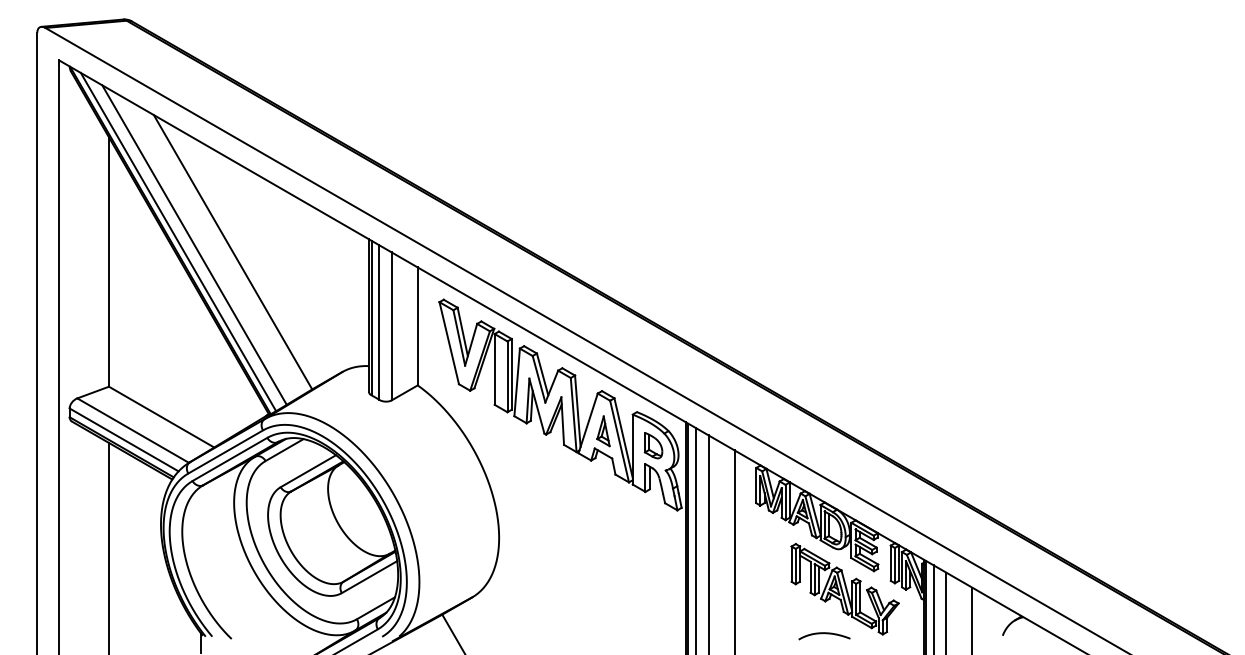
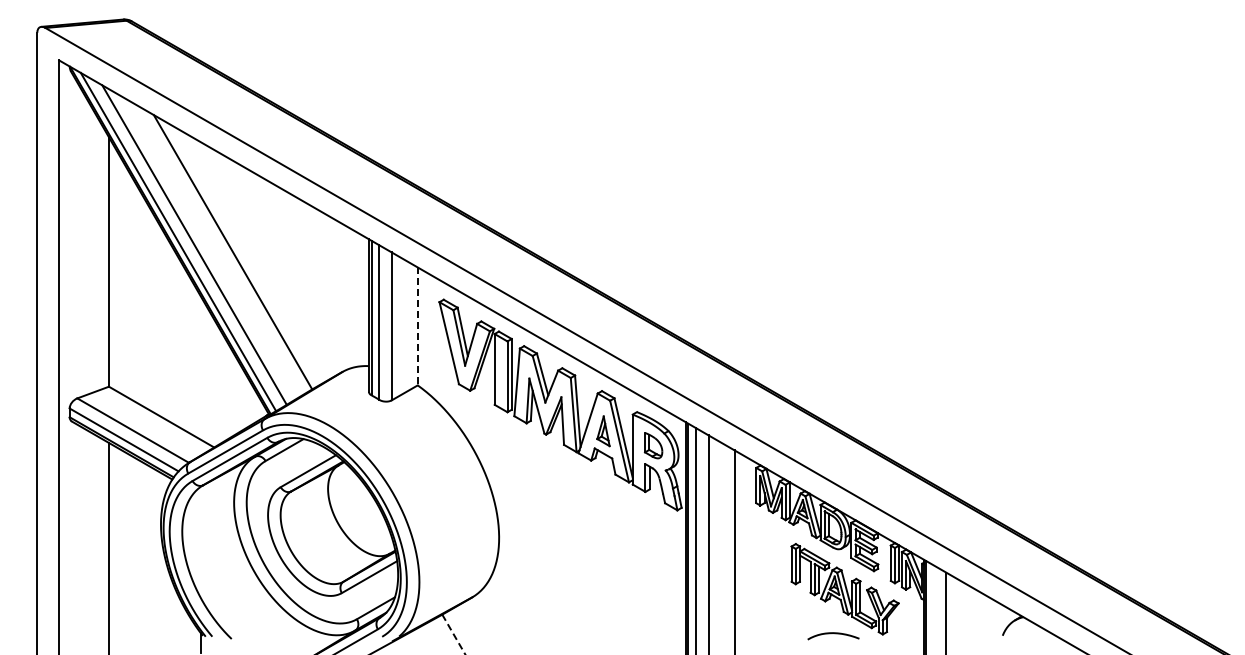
line at (417, 326): solid -> dashed
line at (933, 608): present -> none
line at (972, 619): present -> none
curve at (825, 634) position: (825, 634) -> (834, 634)
line at (454, 635): solid -> dashed
